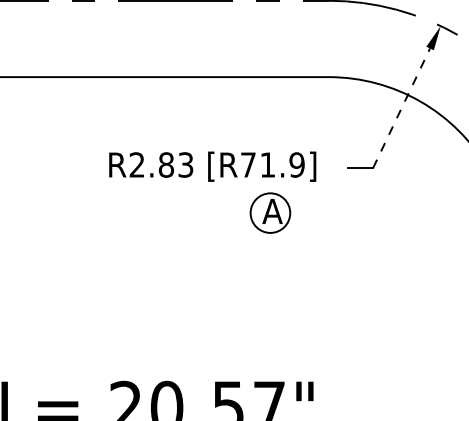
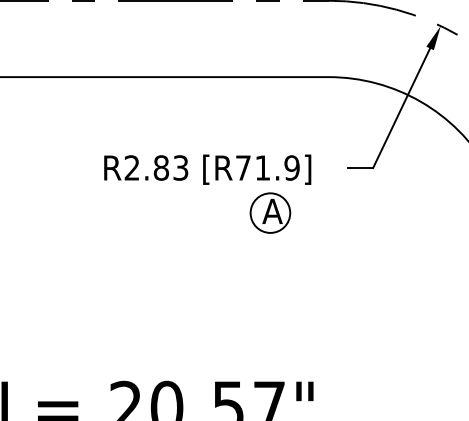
line at (401, 107): dashed -> solid
text at (212, 166) position: (212, 166) -> (207, 169)
